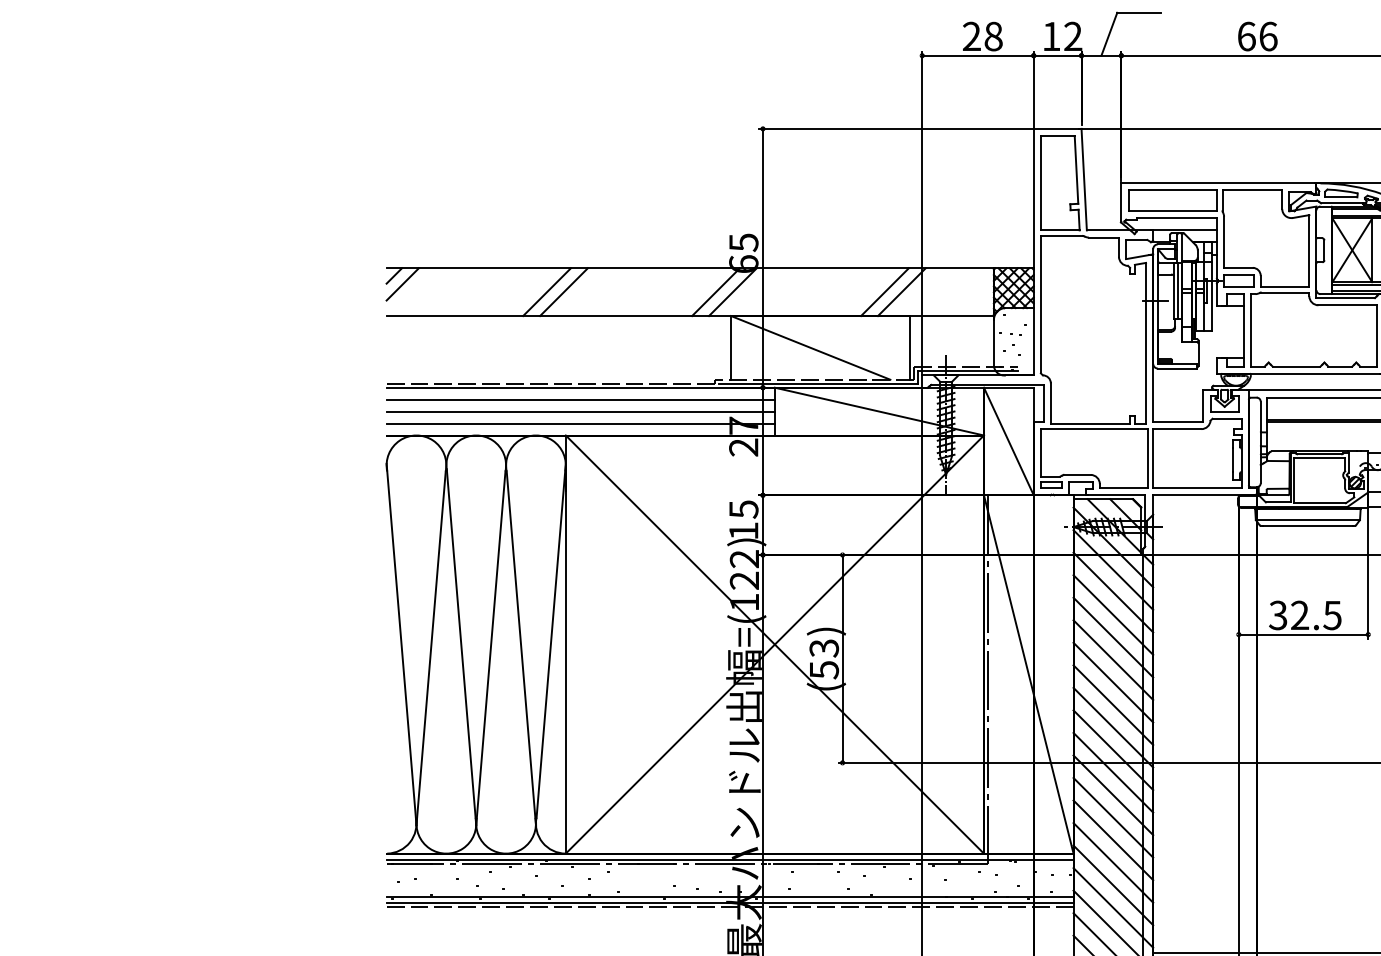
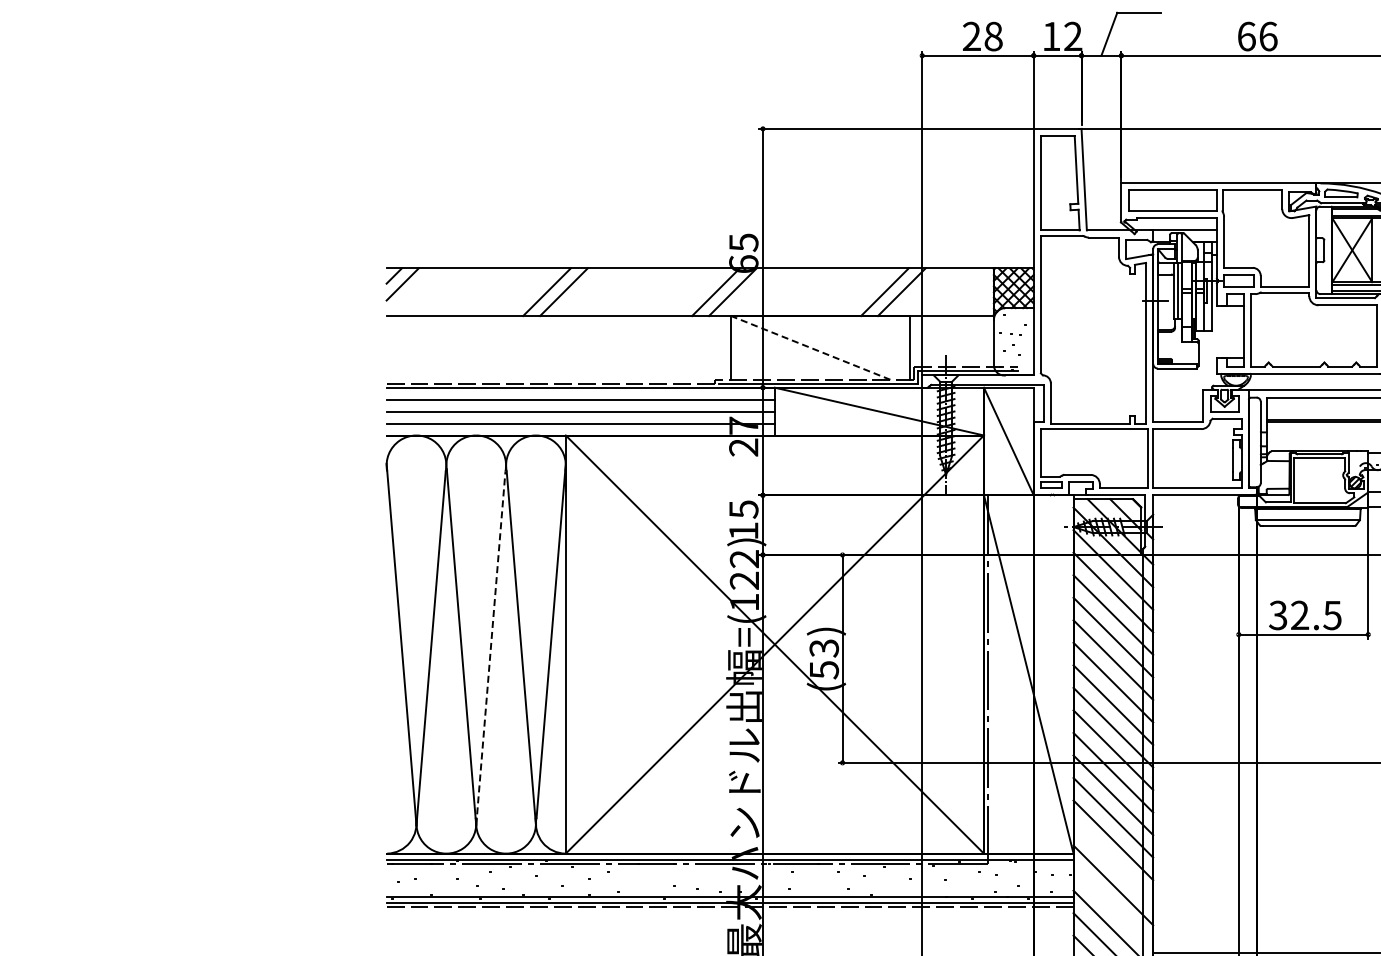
line at (810, 347): solid -> dashed
line at (490, 647): solid -> dashed
line at (1113, 862): present -> none
line at (1113, 907): present -> none
